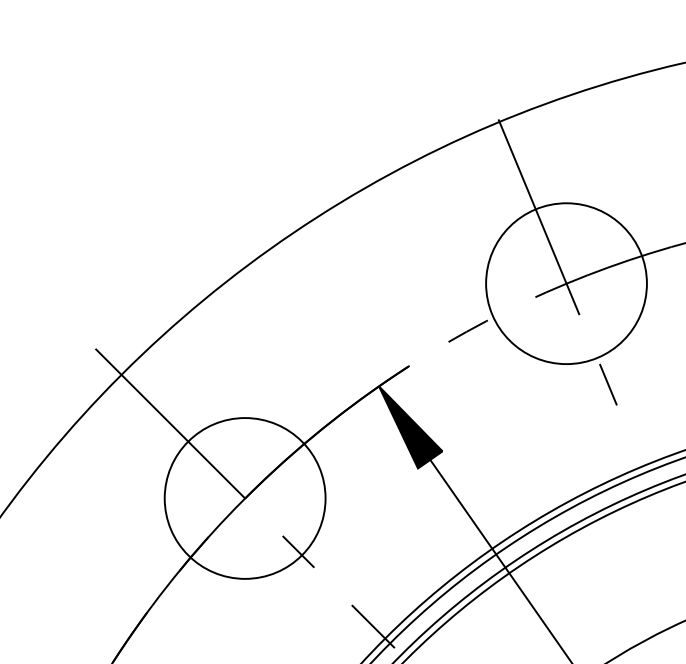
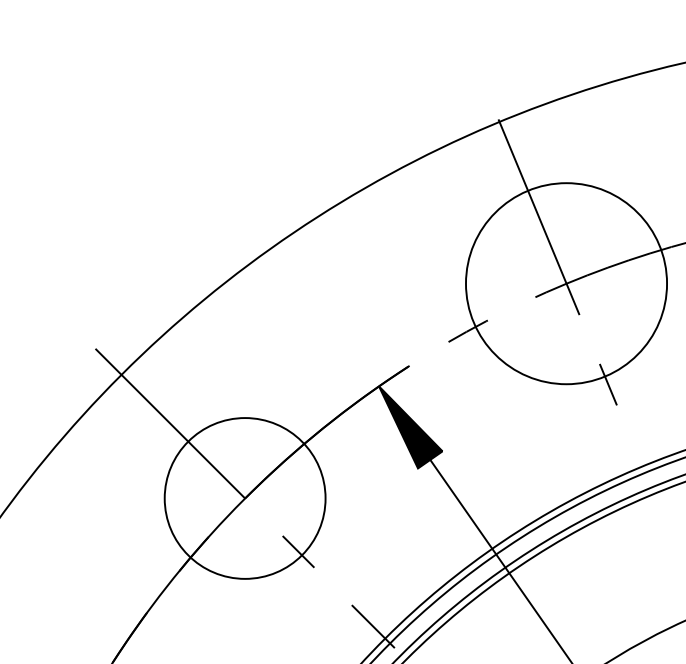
circle at (566, 283) diameter: 161 px -> 201 px
